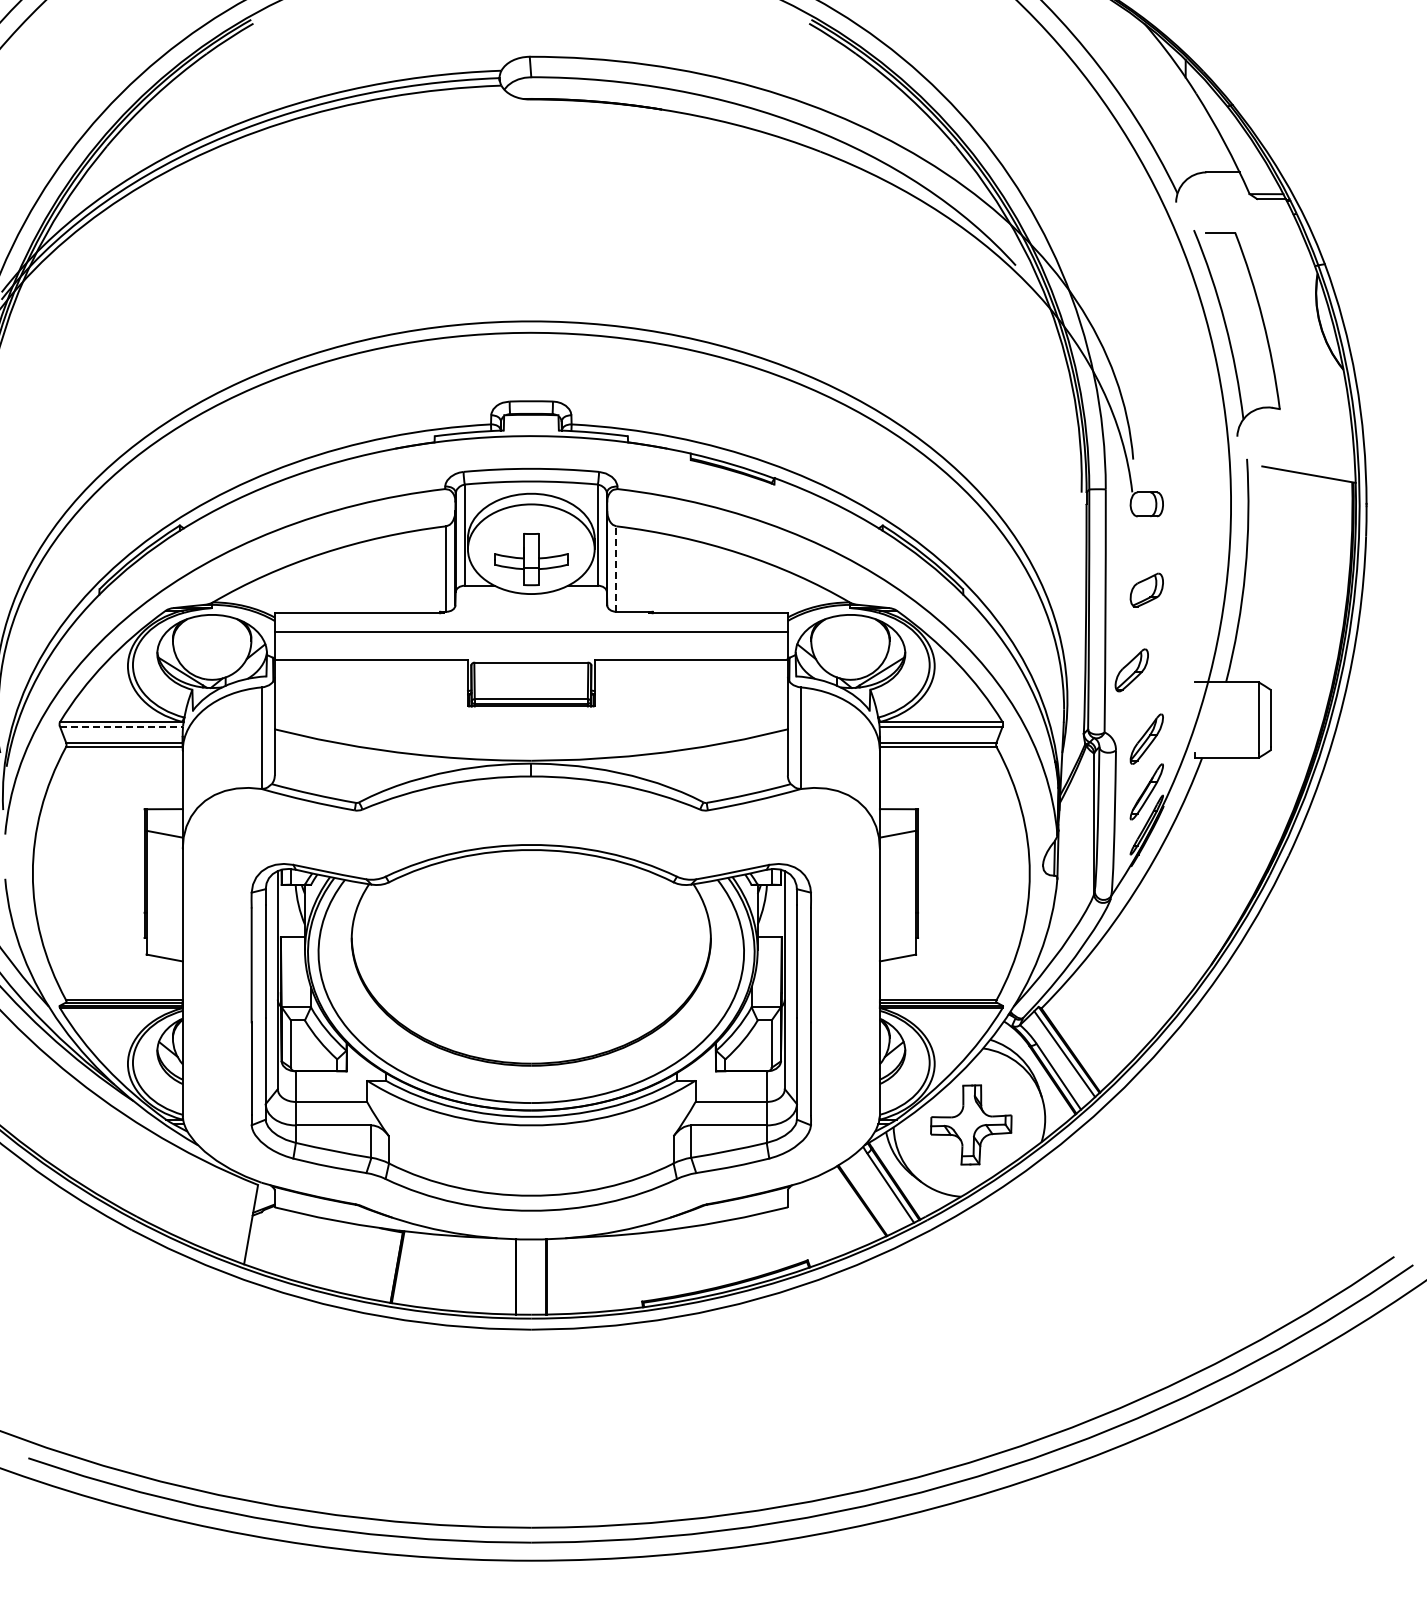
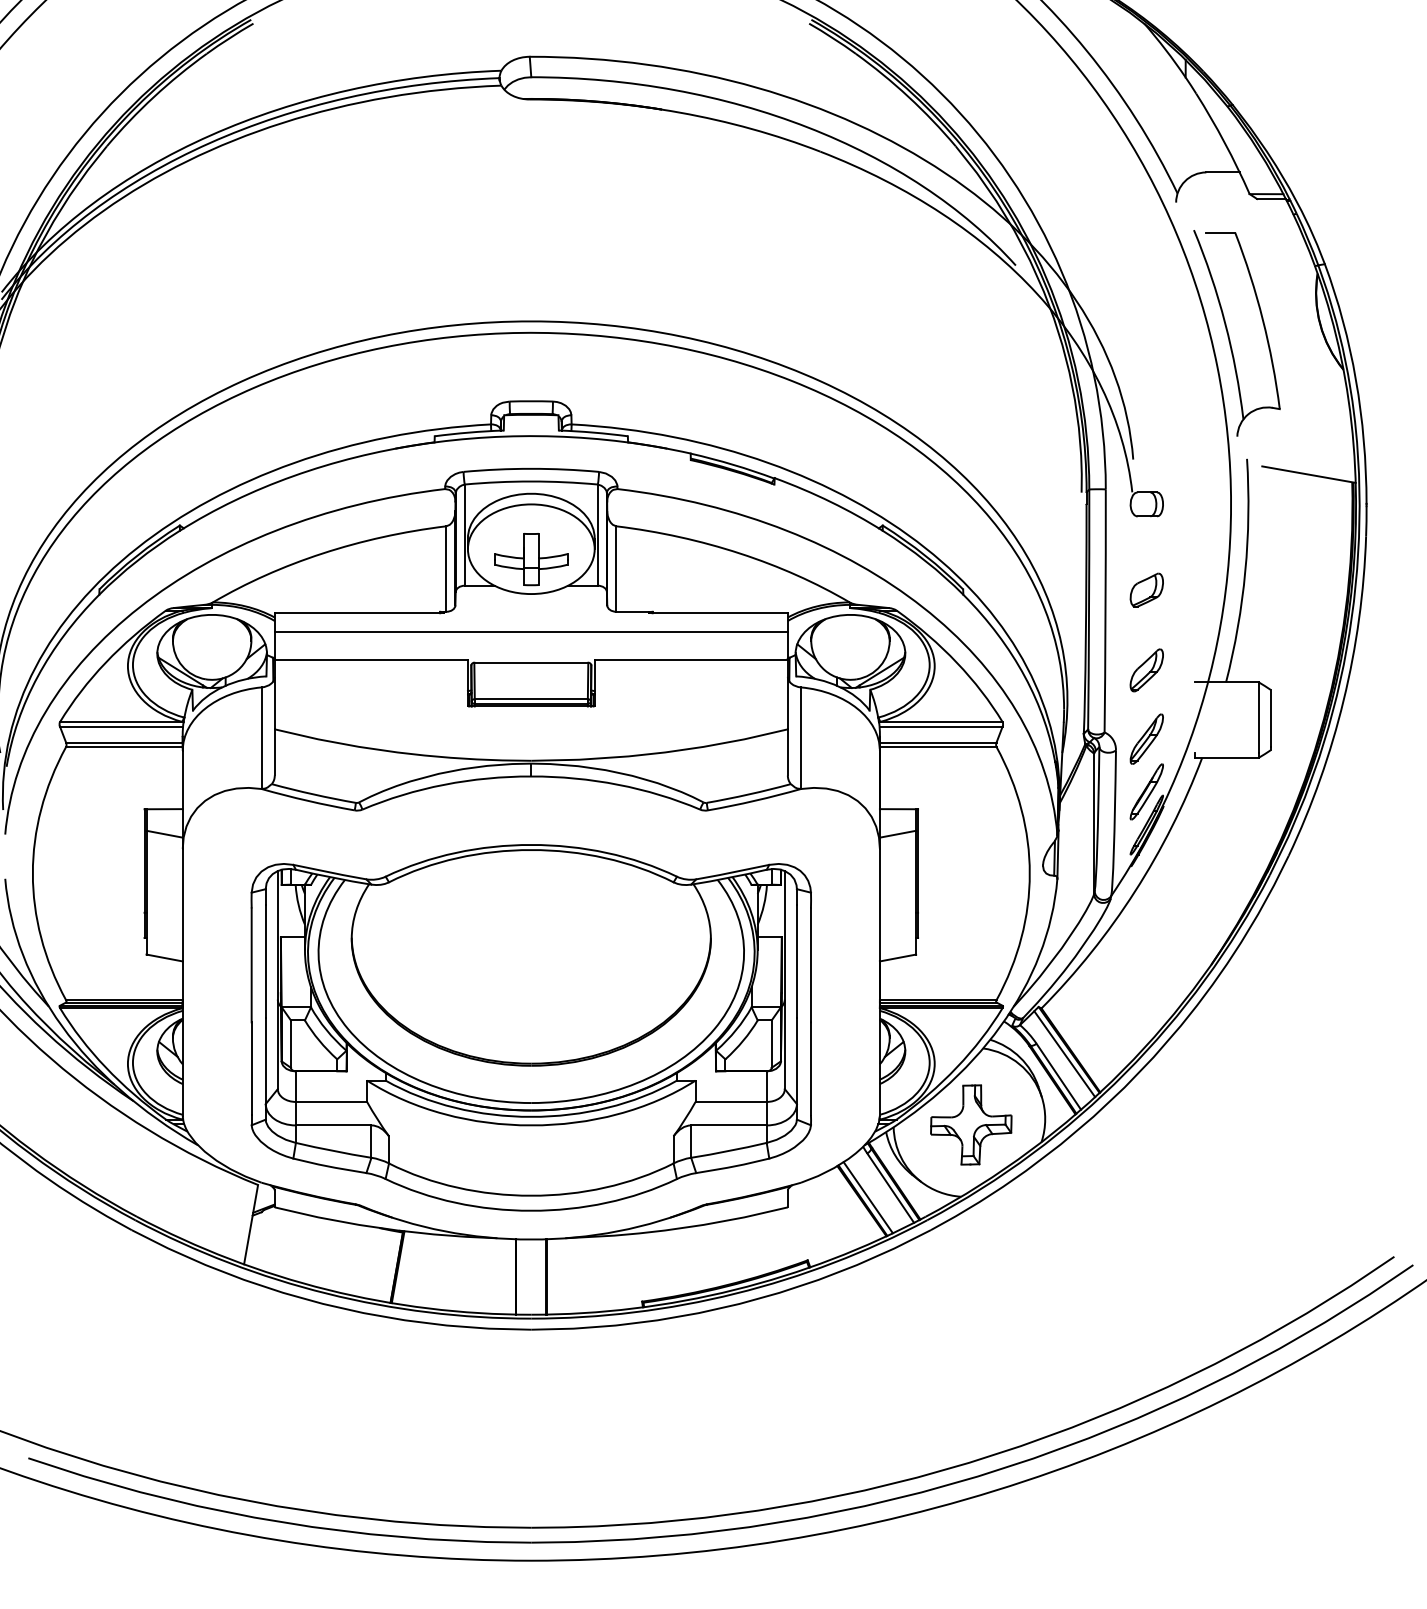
line at (616, 569): dashed -> solid
part at (1131, 670) position: (1131, 670) -> (1146, 670)
line at (121, 726): dashed -> solid
line at (867, 1197): none -> present
